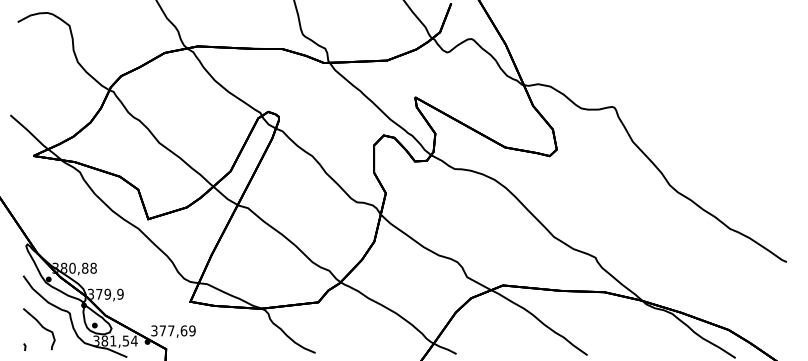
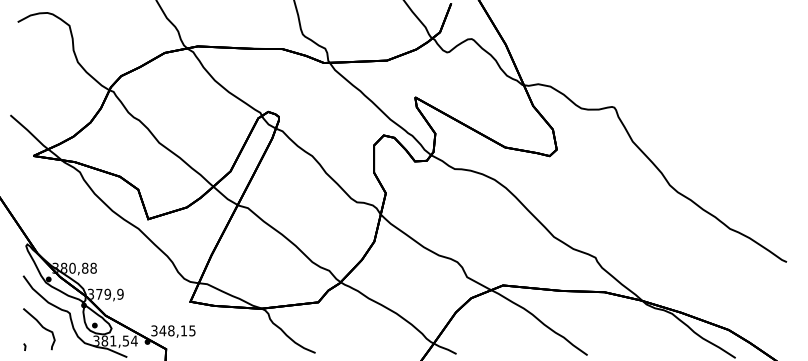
text at (177, 330): 377,69 -> 348,15
